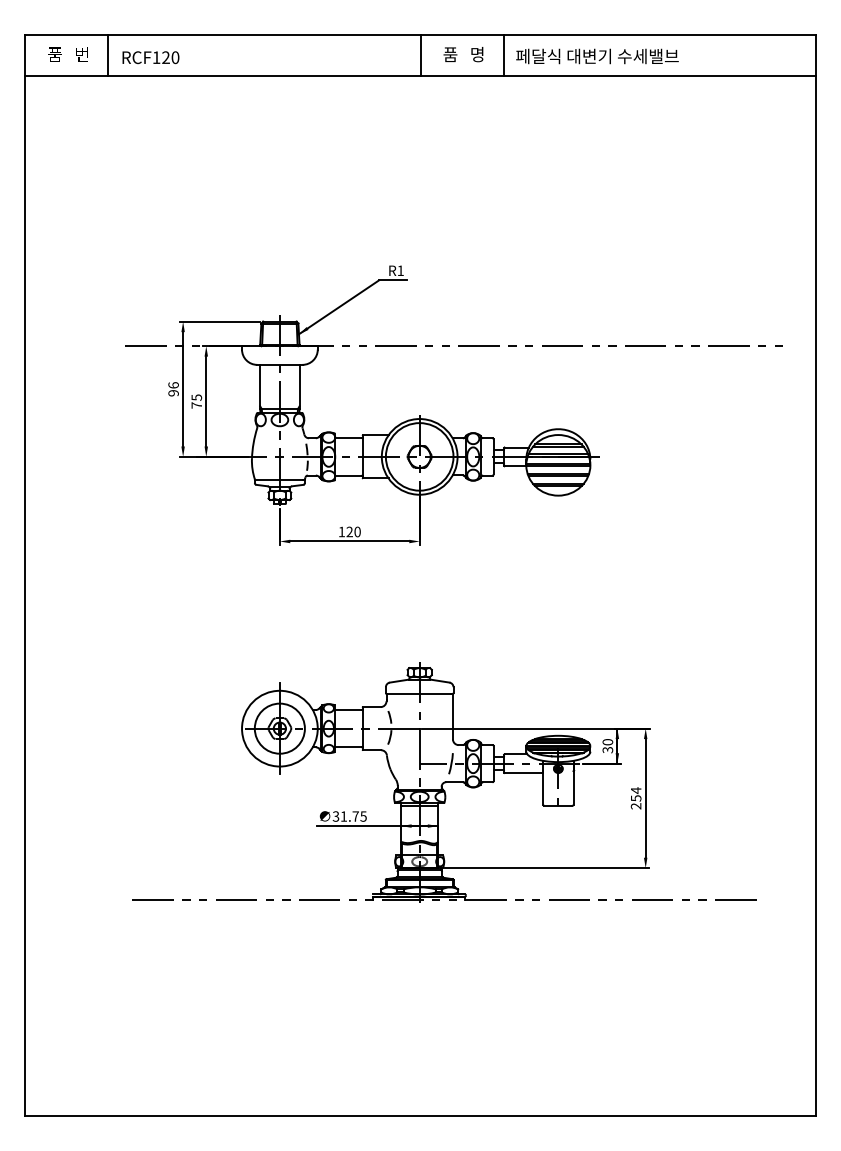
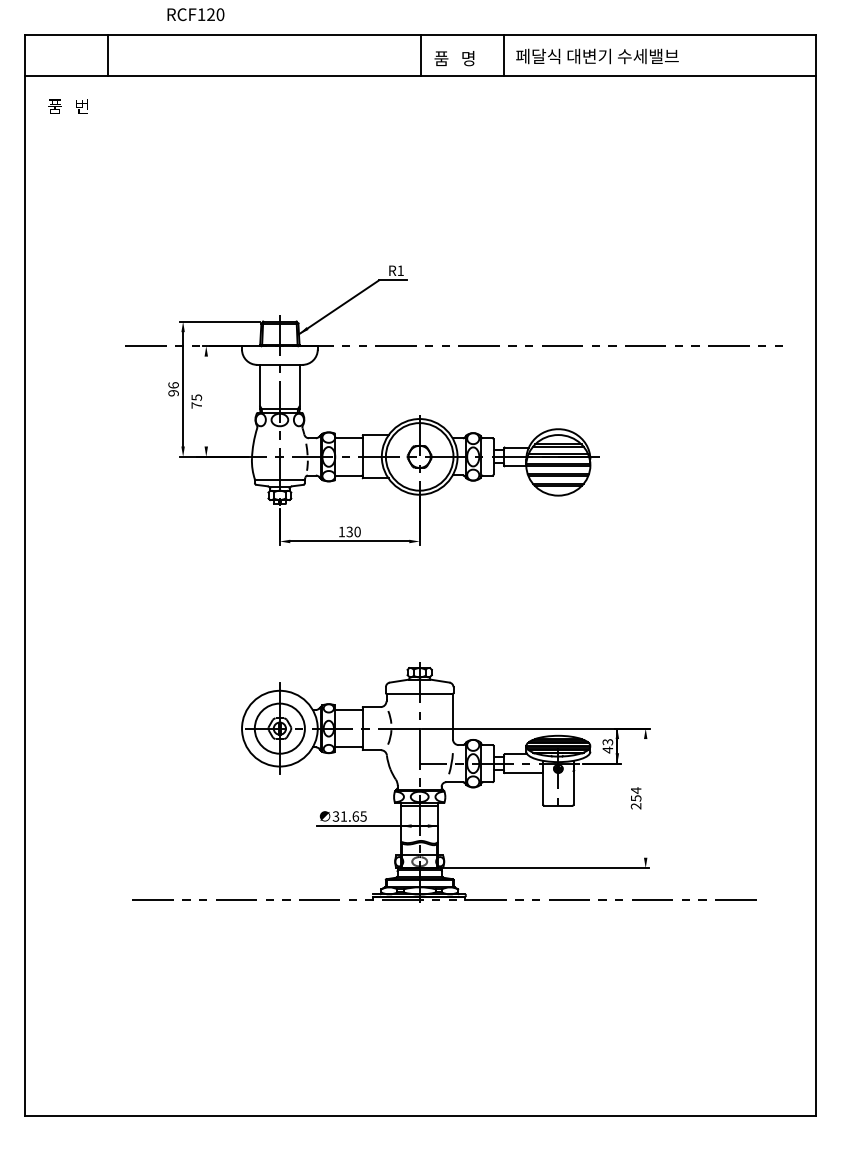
text at (67, 54) position: (67, 54) -> (67, 106)
text at (463, 54) position: (463, 54) -> (454, 58)
text at (150, 57) position: (150, 57) -> (195, 14)
line at (206, 401): present -> none
text at (349, 532): 120 -> 130
text at (607, 746): 30 -> 43
line at (645, 798): present -> none
text at (355, 816): 31.75 -> 31.65
